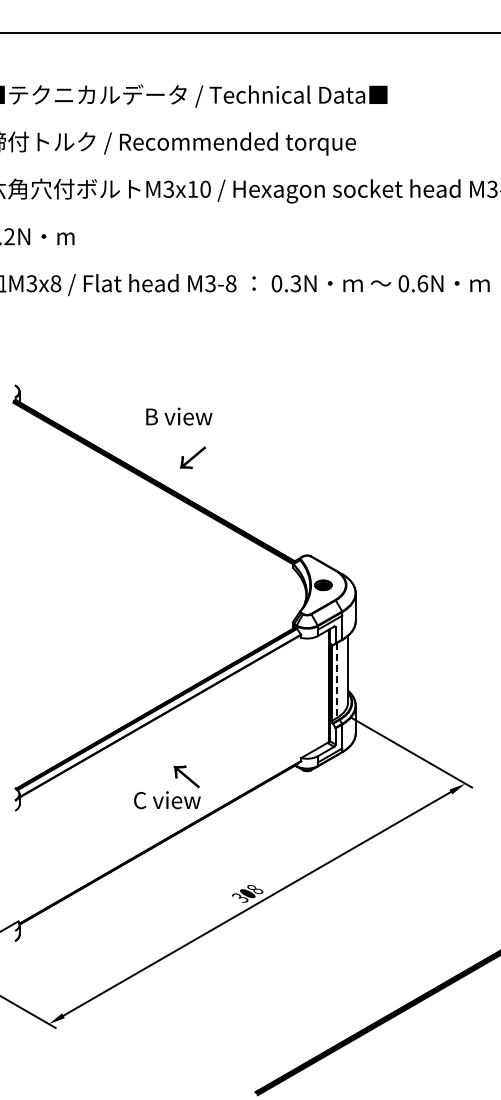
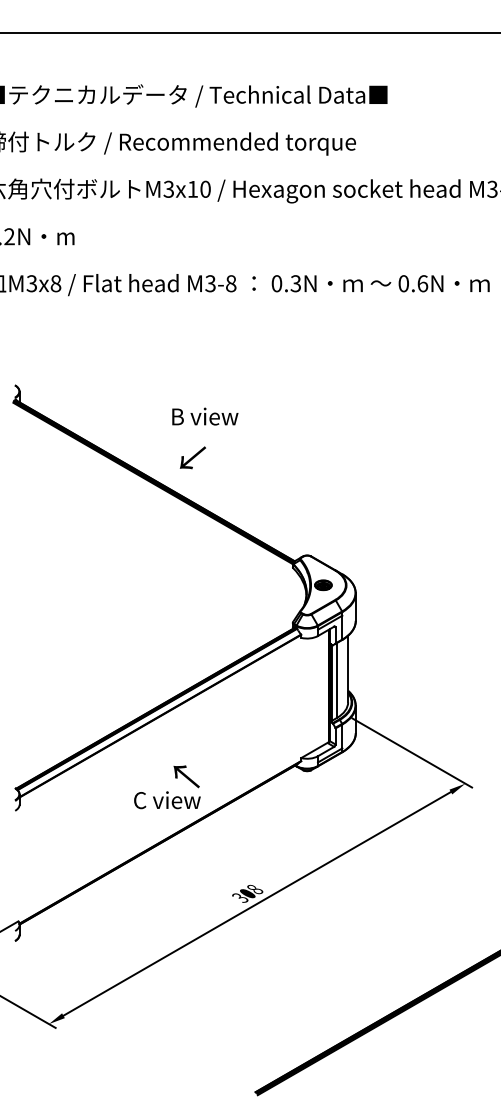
text at (179, 416) position: (179, 416) -> (205, 416)
line at (336, 680): dashed -> solid
